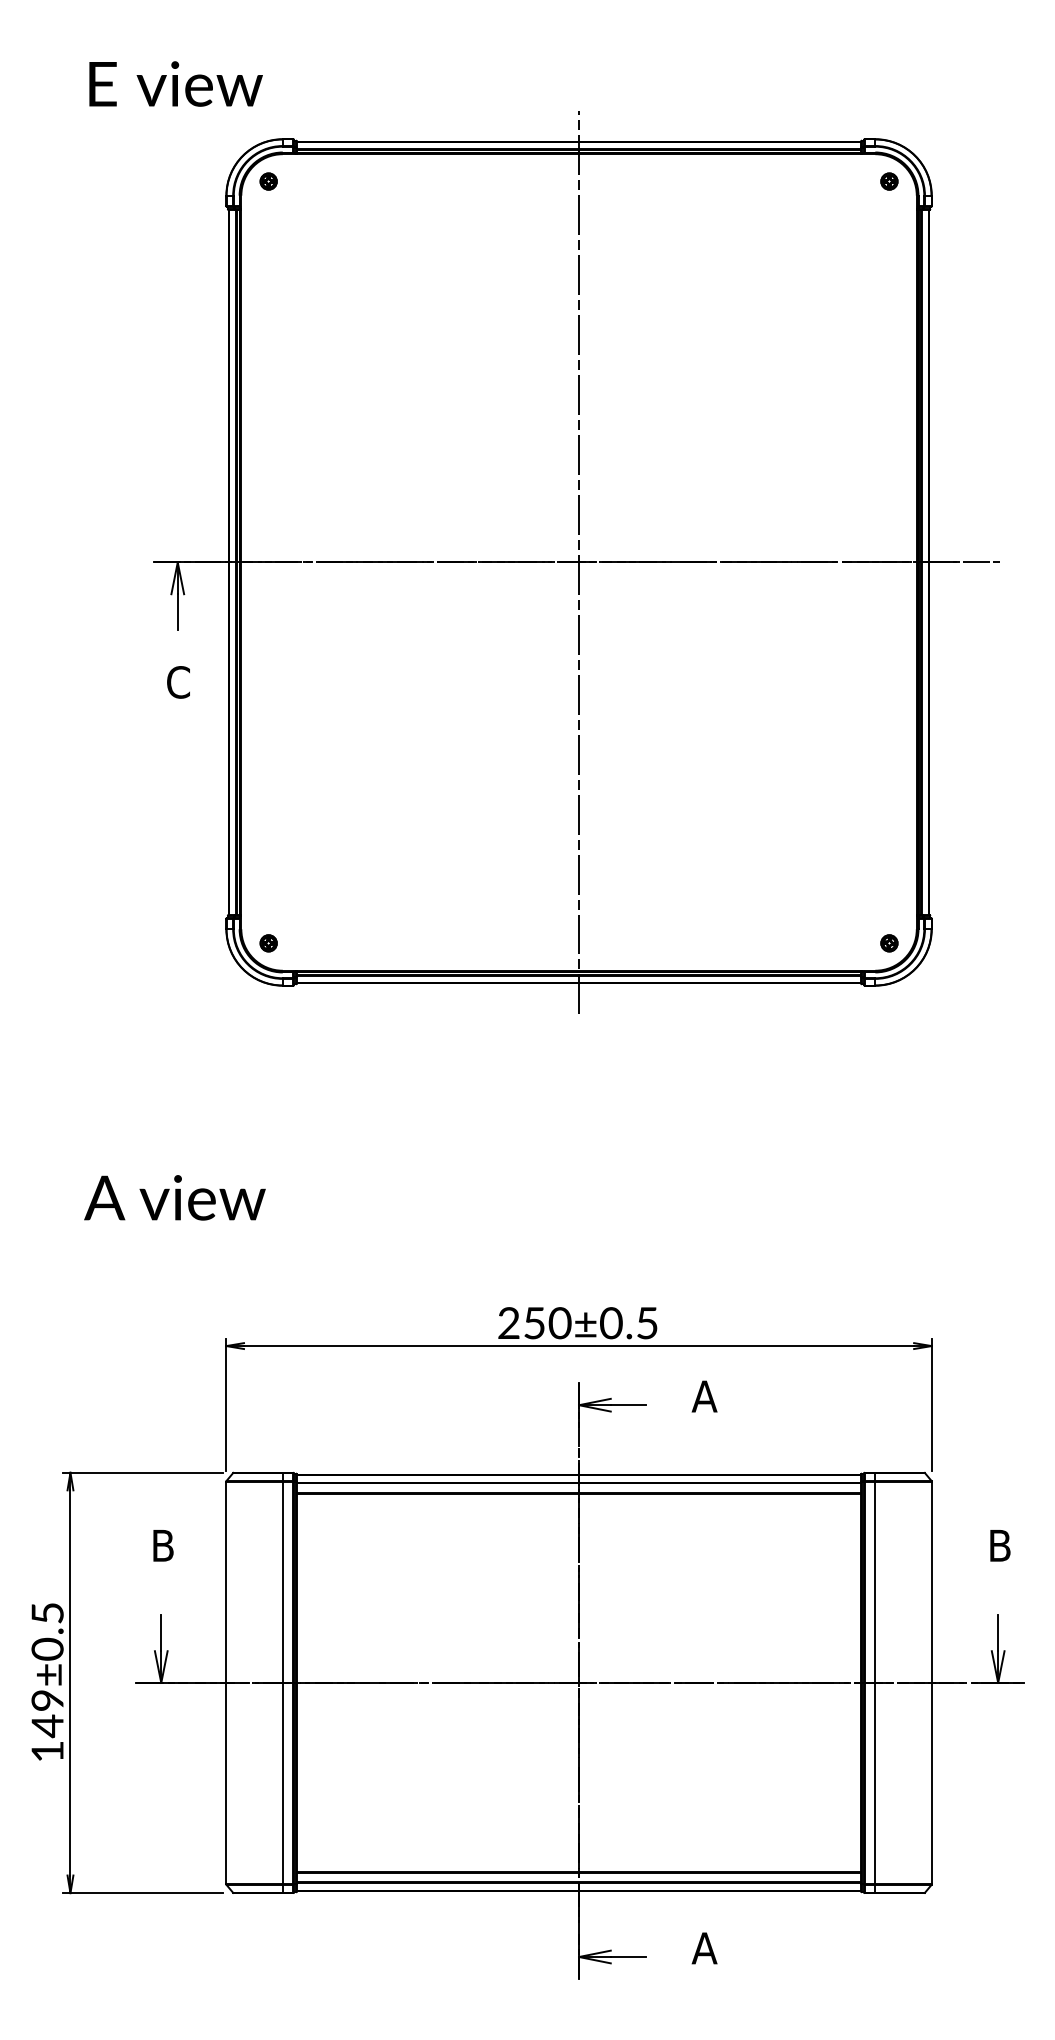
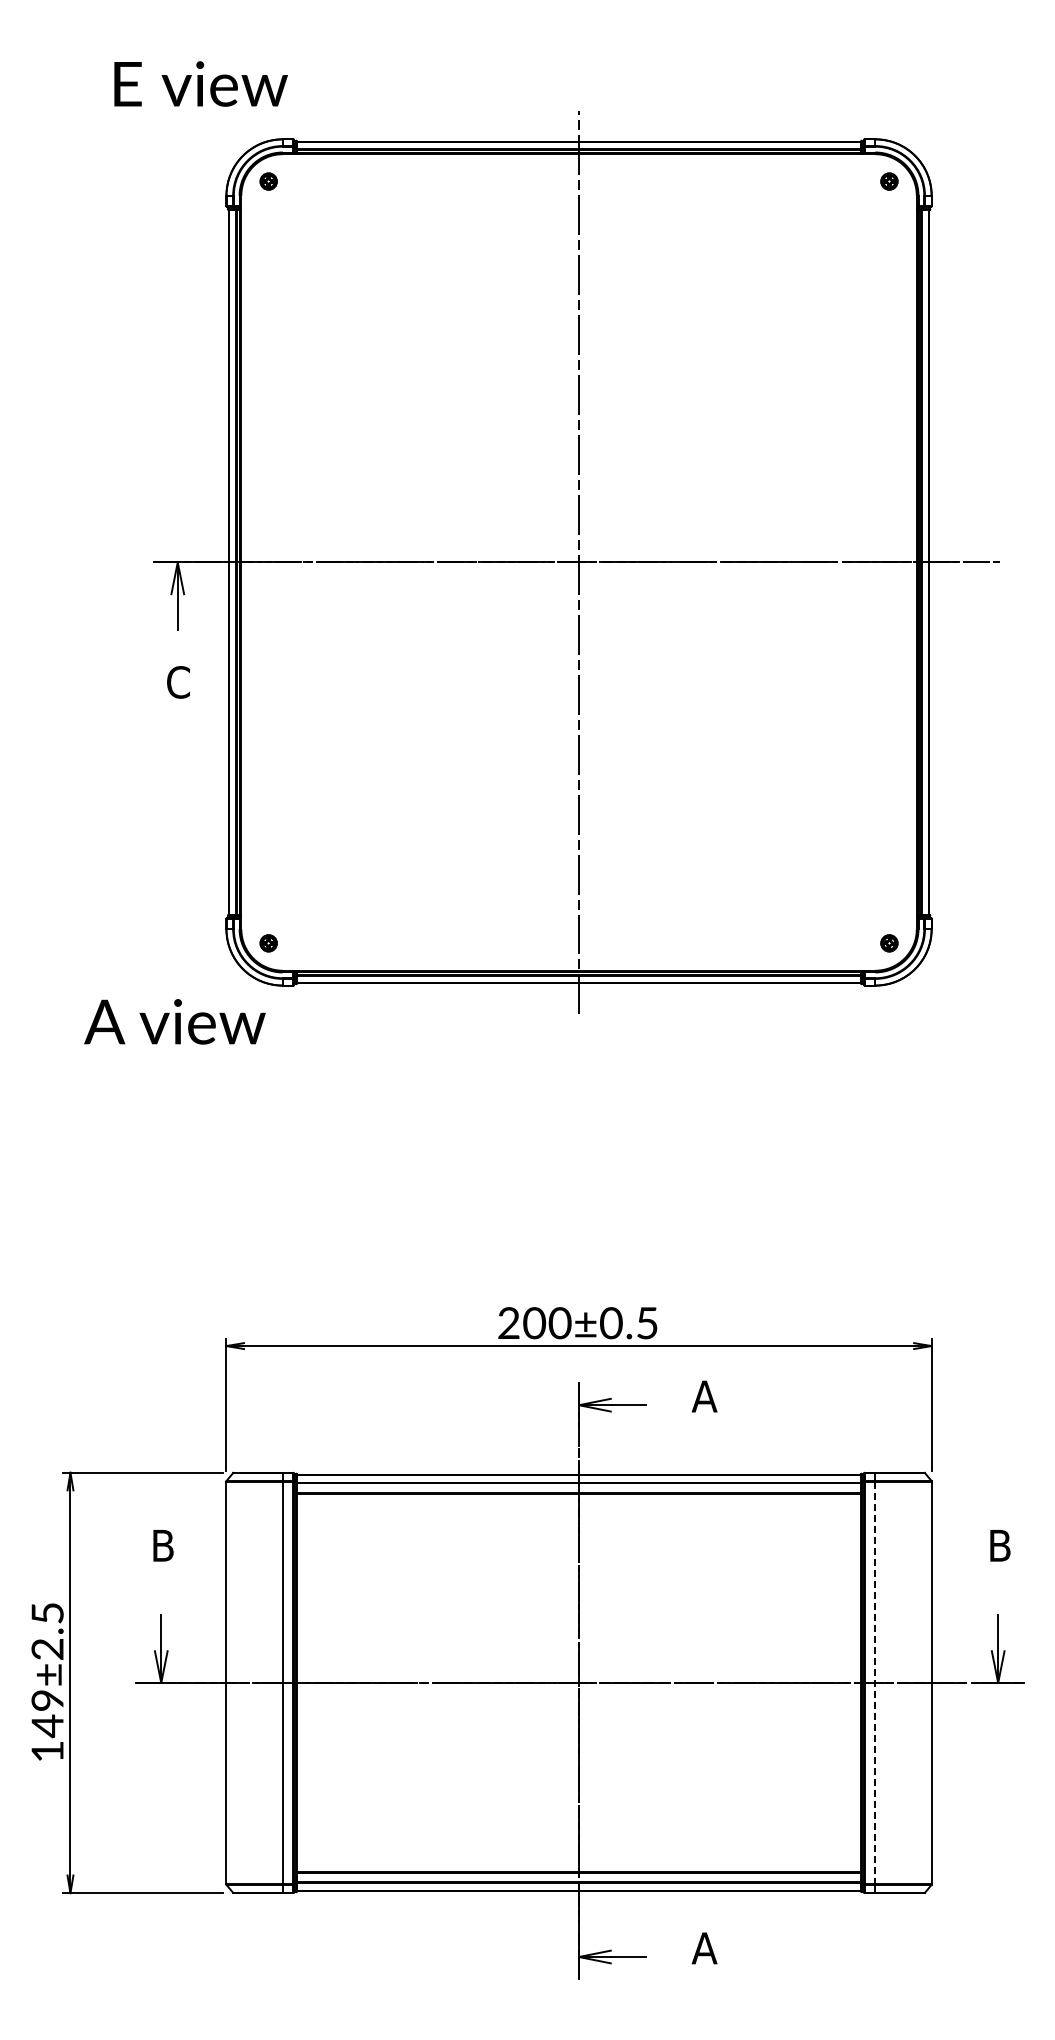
text at (175, 83) position: (175, 83) -> (200, 83)
text at (174, 1197) position: (174, 1197) -> (174, 1021)
text at (534, 1323): 250±0.5 -> 200±0.5
text at (47, 1648): 149±0.5 -> 149±2.5
line at (875, 1683): solid -> dashed
